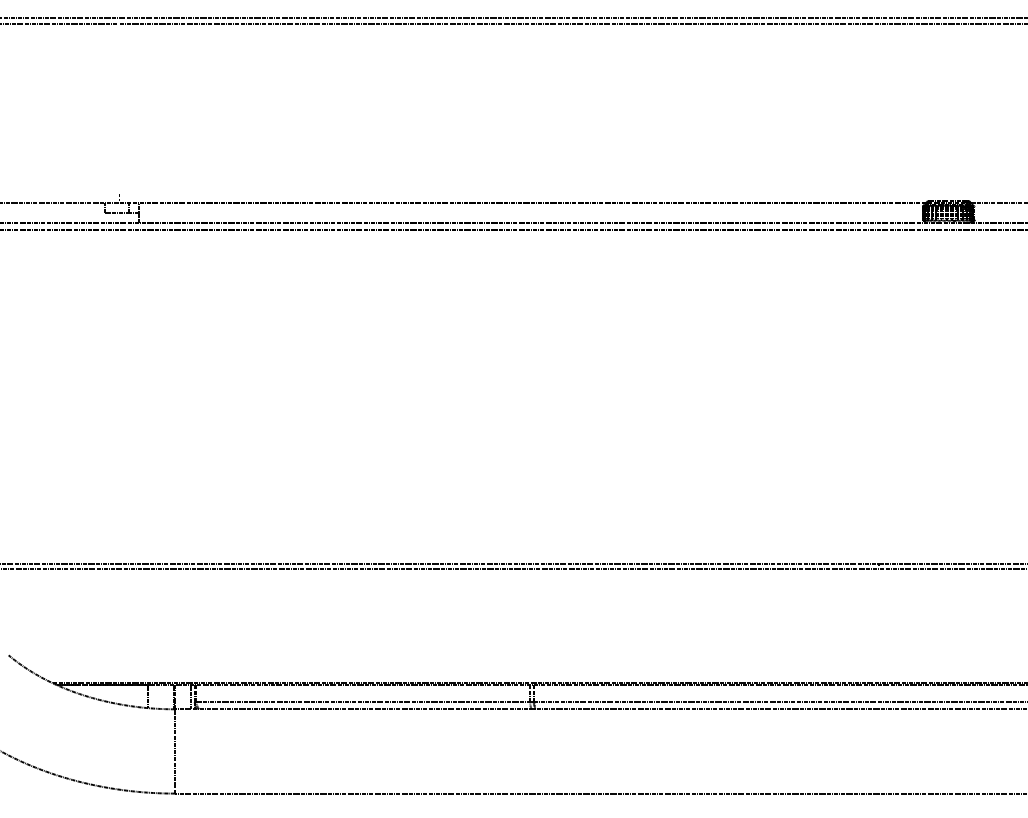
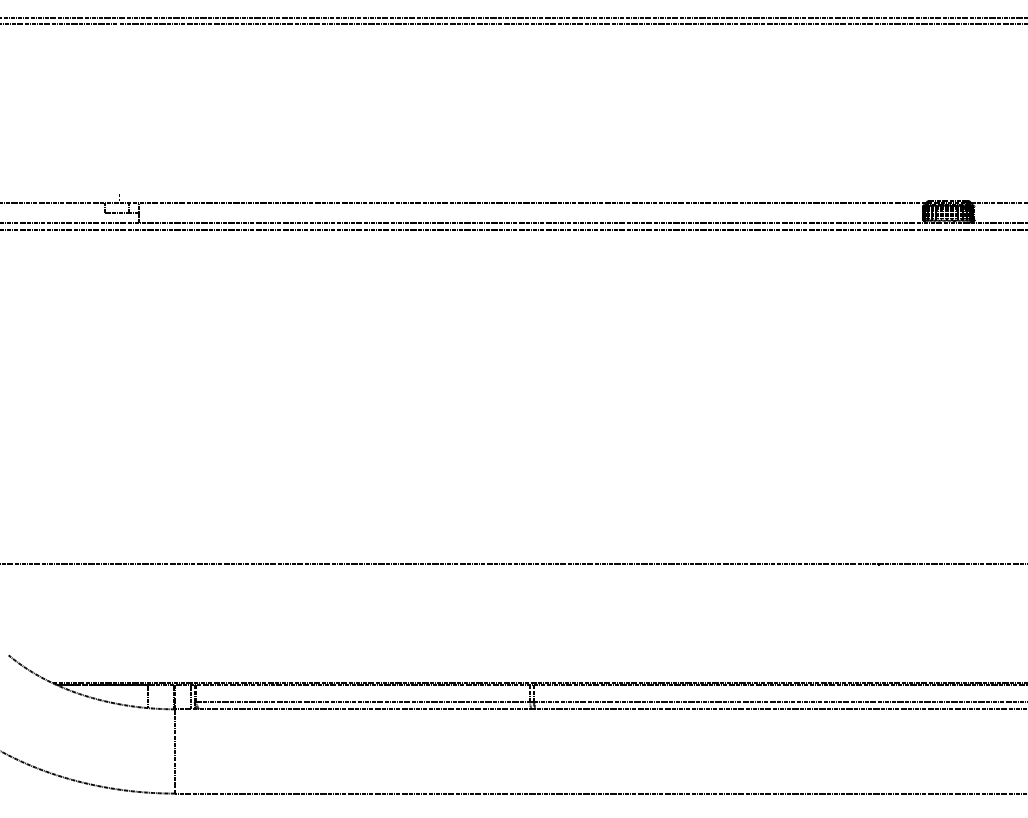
line at (513, 569): present -> none
